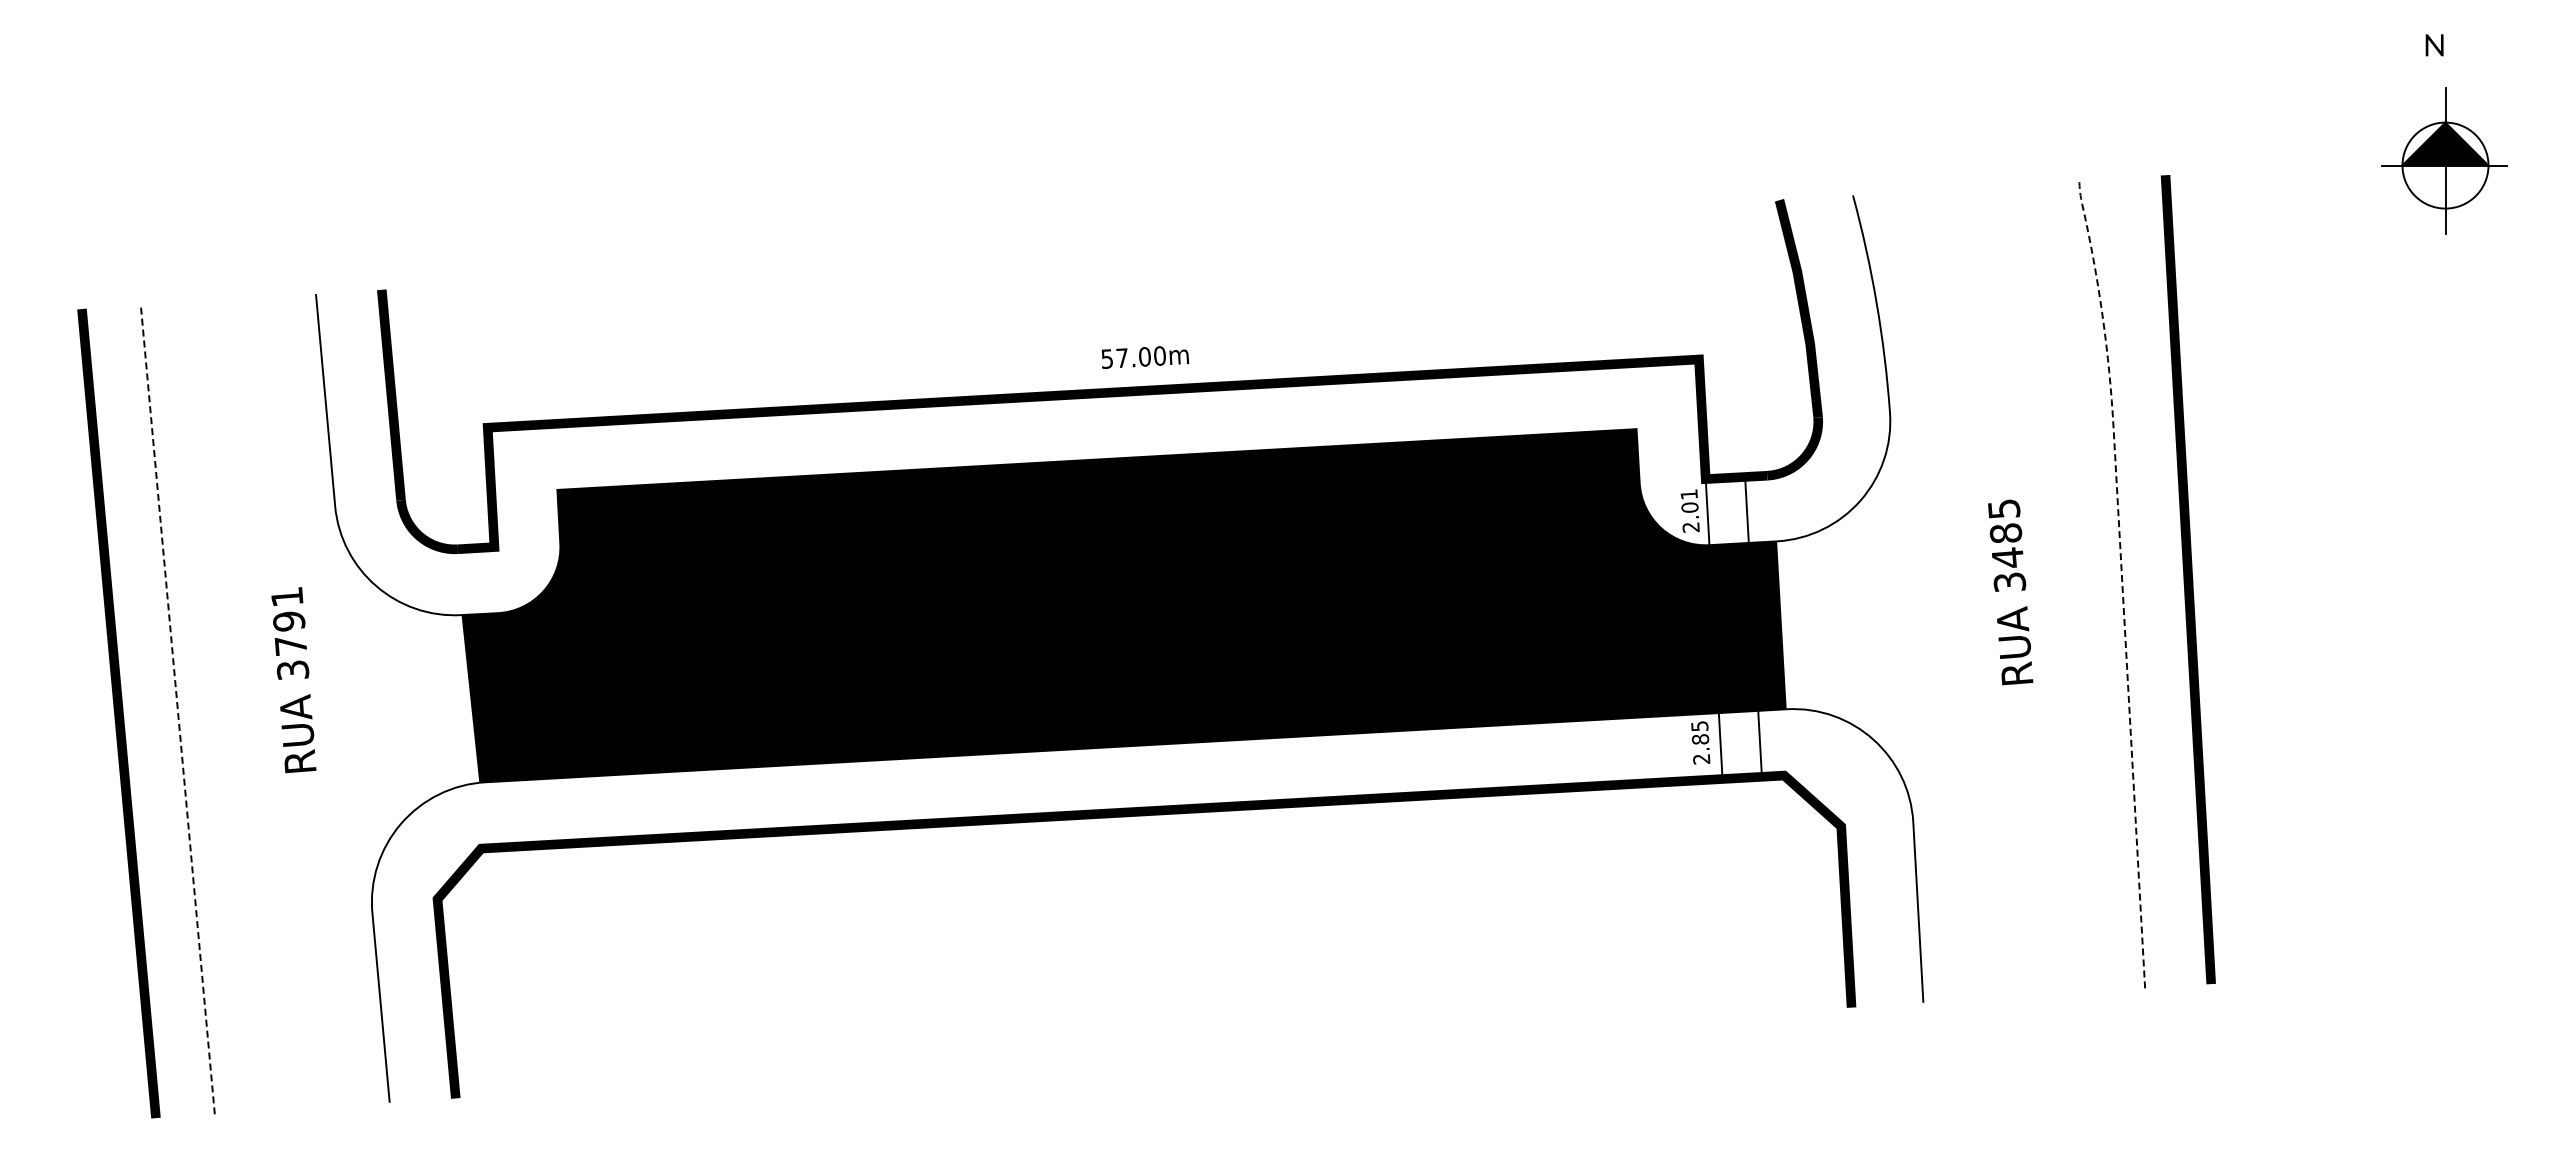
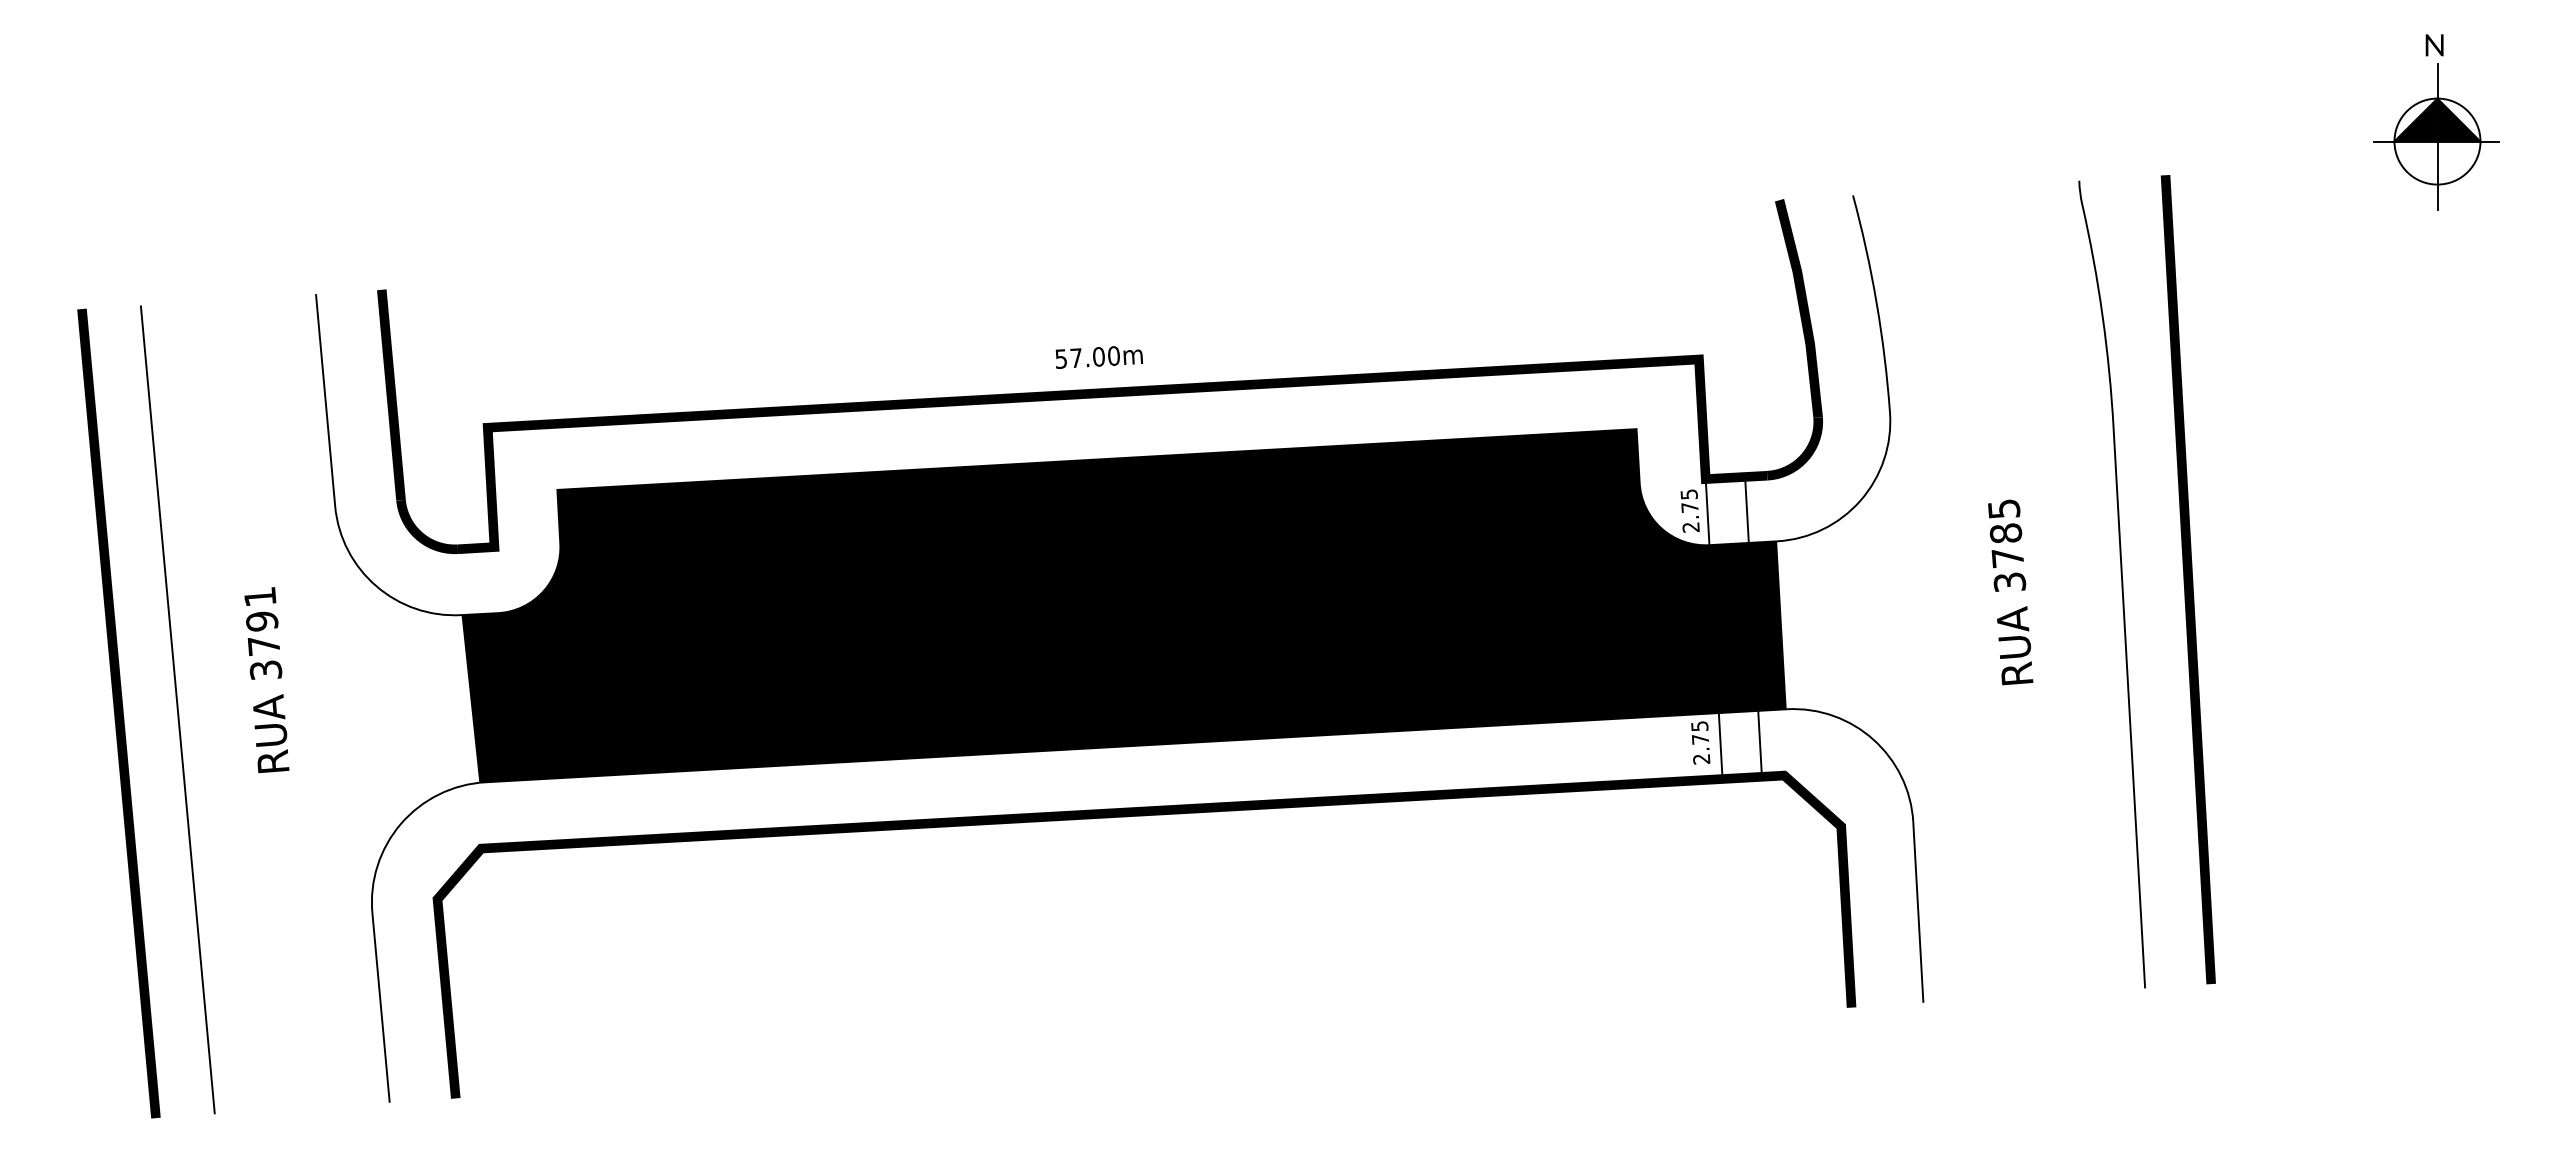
part at (2444, 160) position: (2444, 160) -> (2436, 136)
text at (1145, 357) position: (1145, 357) -> (1099, 357)
text at (1689, 500): 2.01 -> 2.75
text at (2007, 557): 3485 -> 3785
line at (2121, 574): dashed -> solid
text at (293, 680) position: (293, 680) -> (266, 680)
line at (177, 709): dashed -> solid
text at (1700, 739): 2.85 -> 2.75
